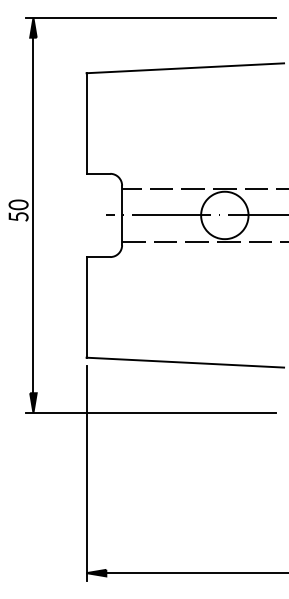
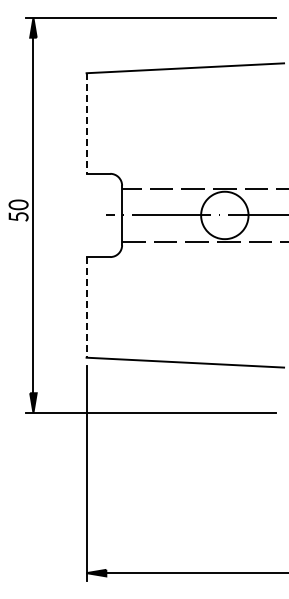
line at (86, 124): solid -> dashed
line at (86, 307): solid -> dashed
